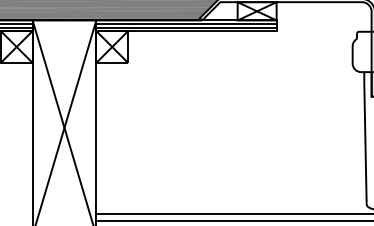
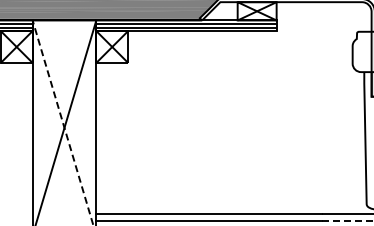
line at (62, 122): solid -> dashed
line at (348, 221): solid -> dashed
